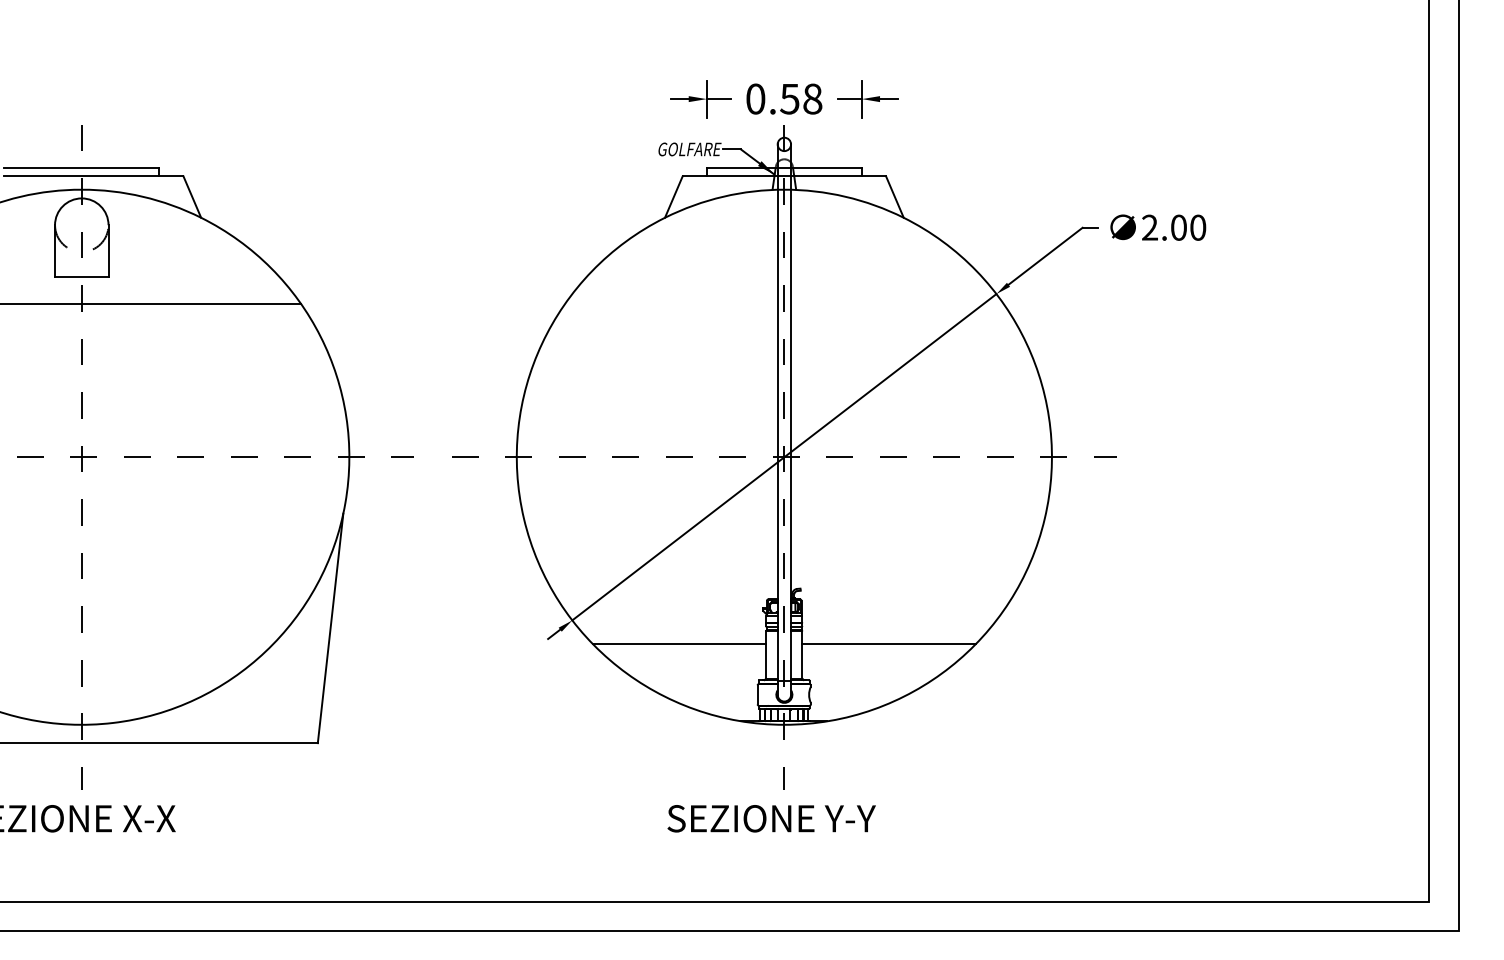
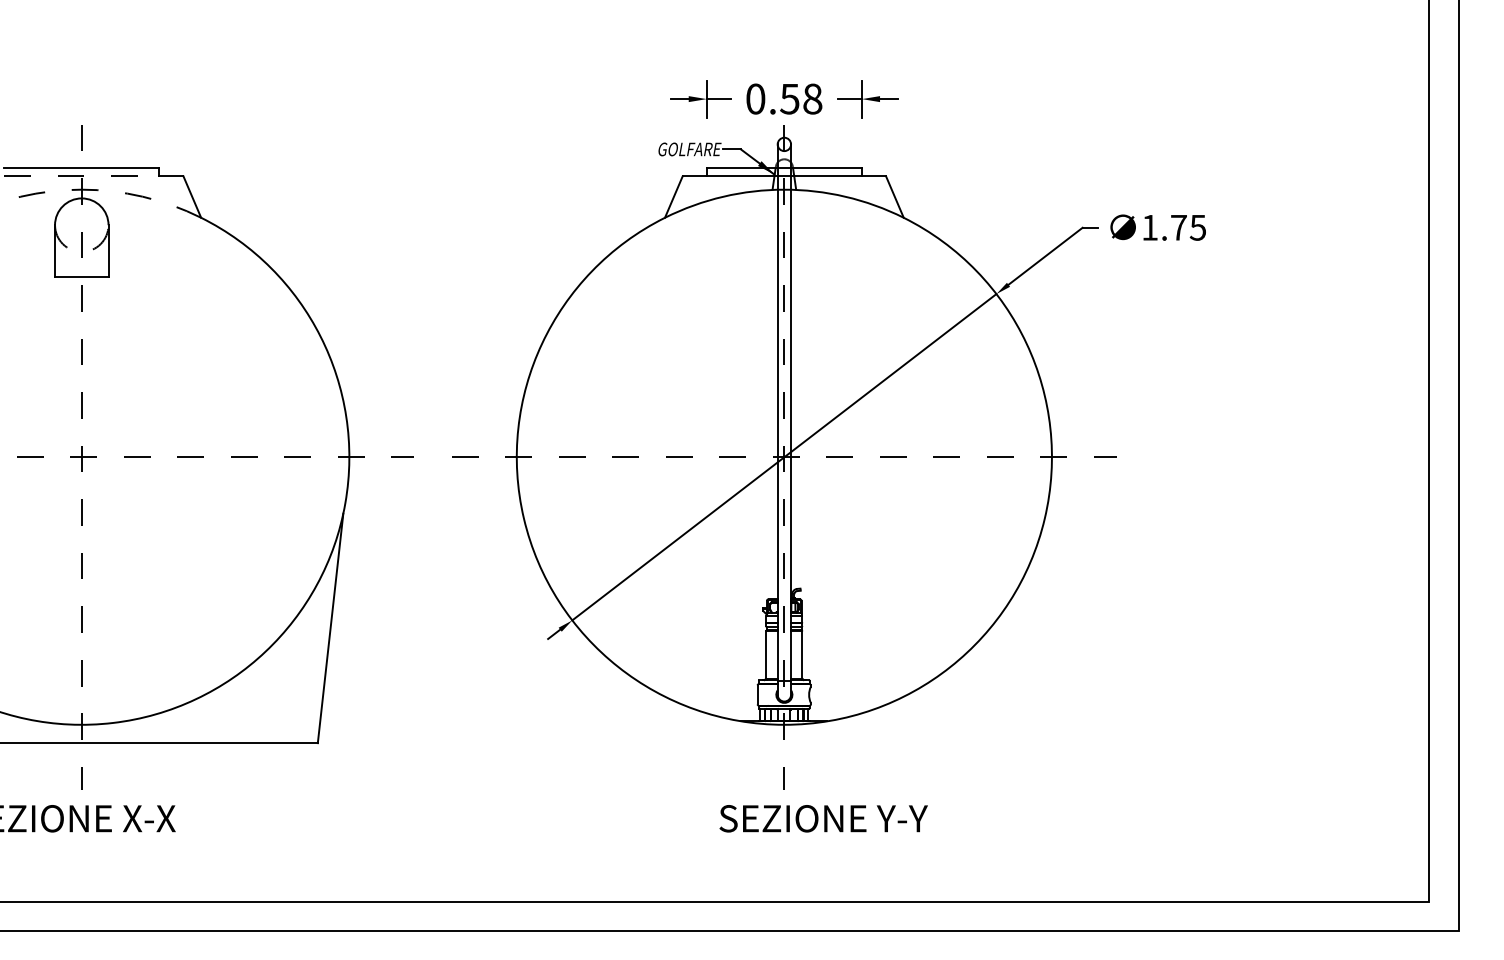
line at (81, 176): solid -> dashed
arc at (100, 190): solid -> dashed
text at (1174, 227): 2.00 -> 1.75
line at (151, 303): present -> none
line at (679, 644): present -> none
line at (888, 644): present -> none
text at (771, 818) position: (771, 818) -> (823, 818)
